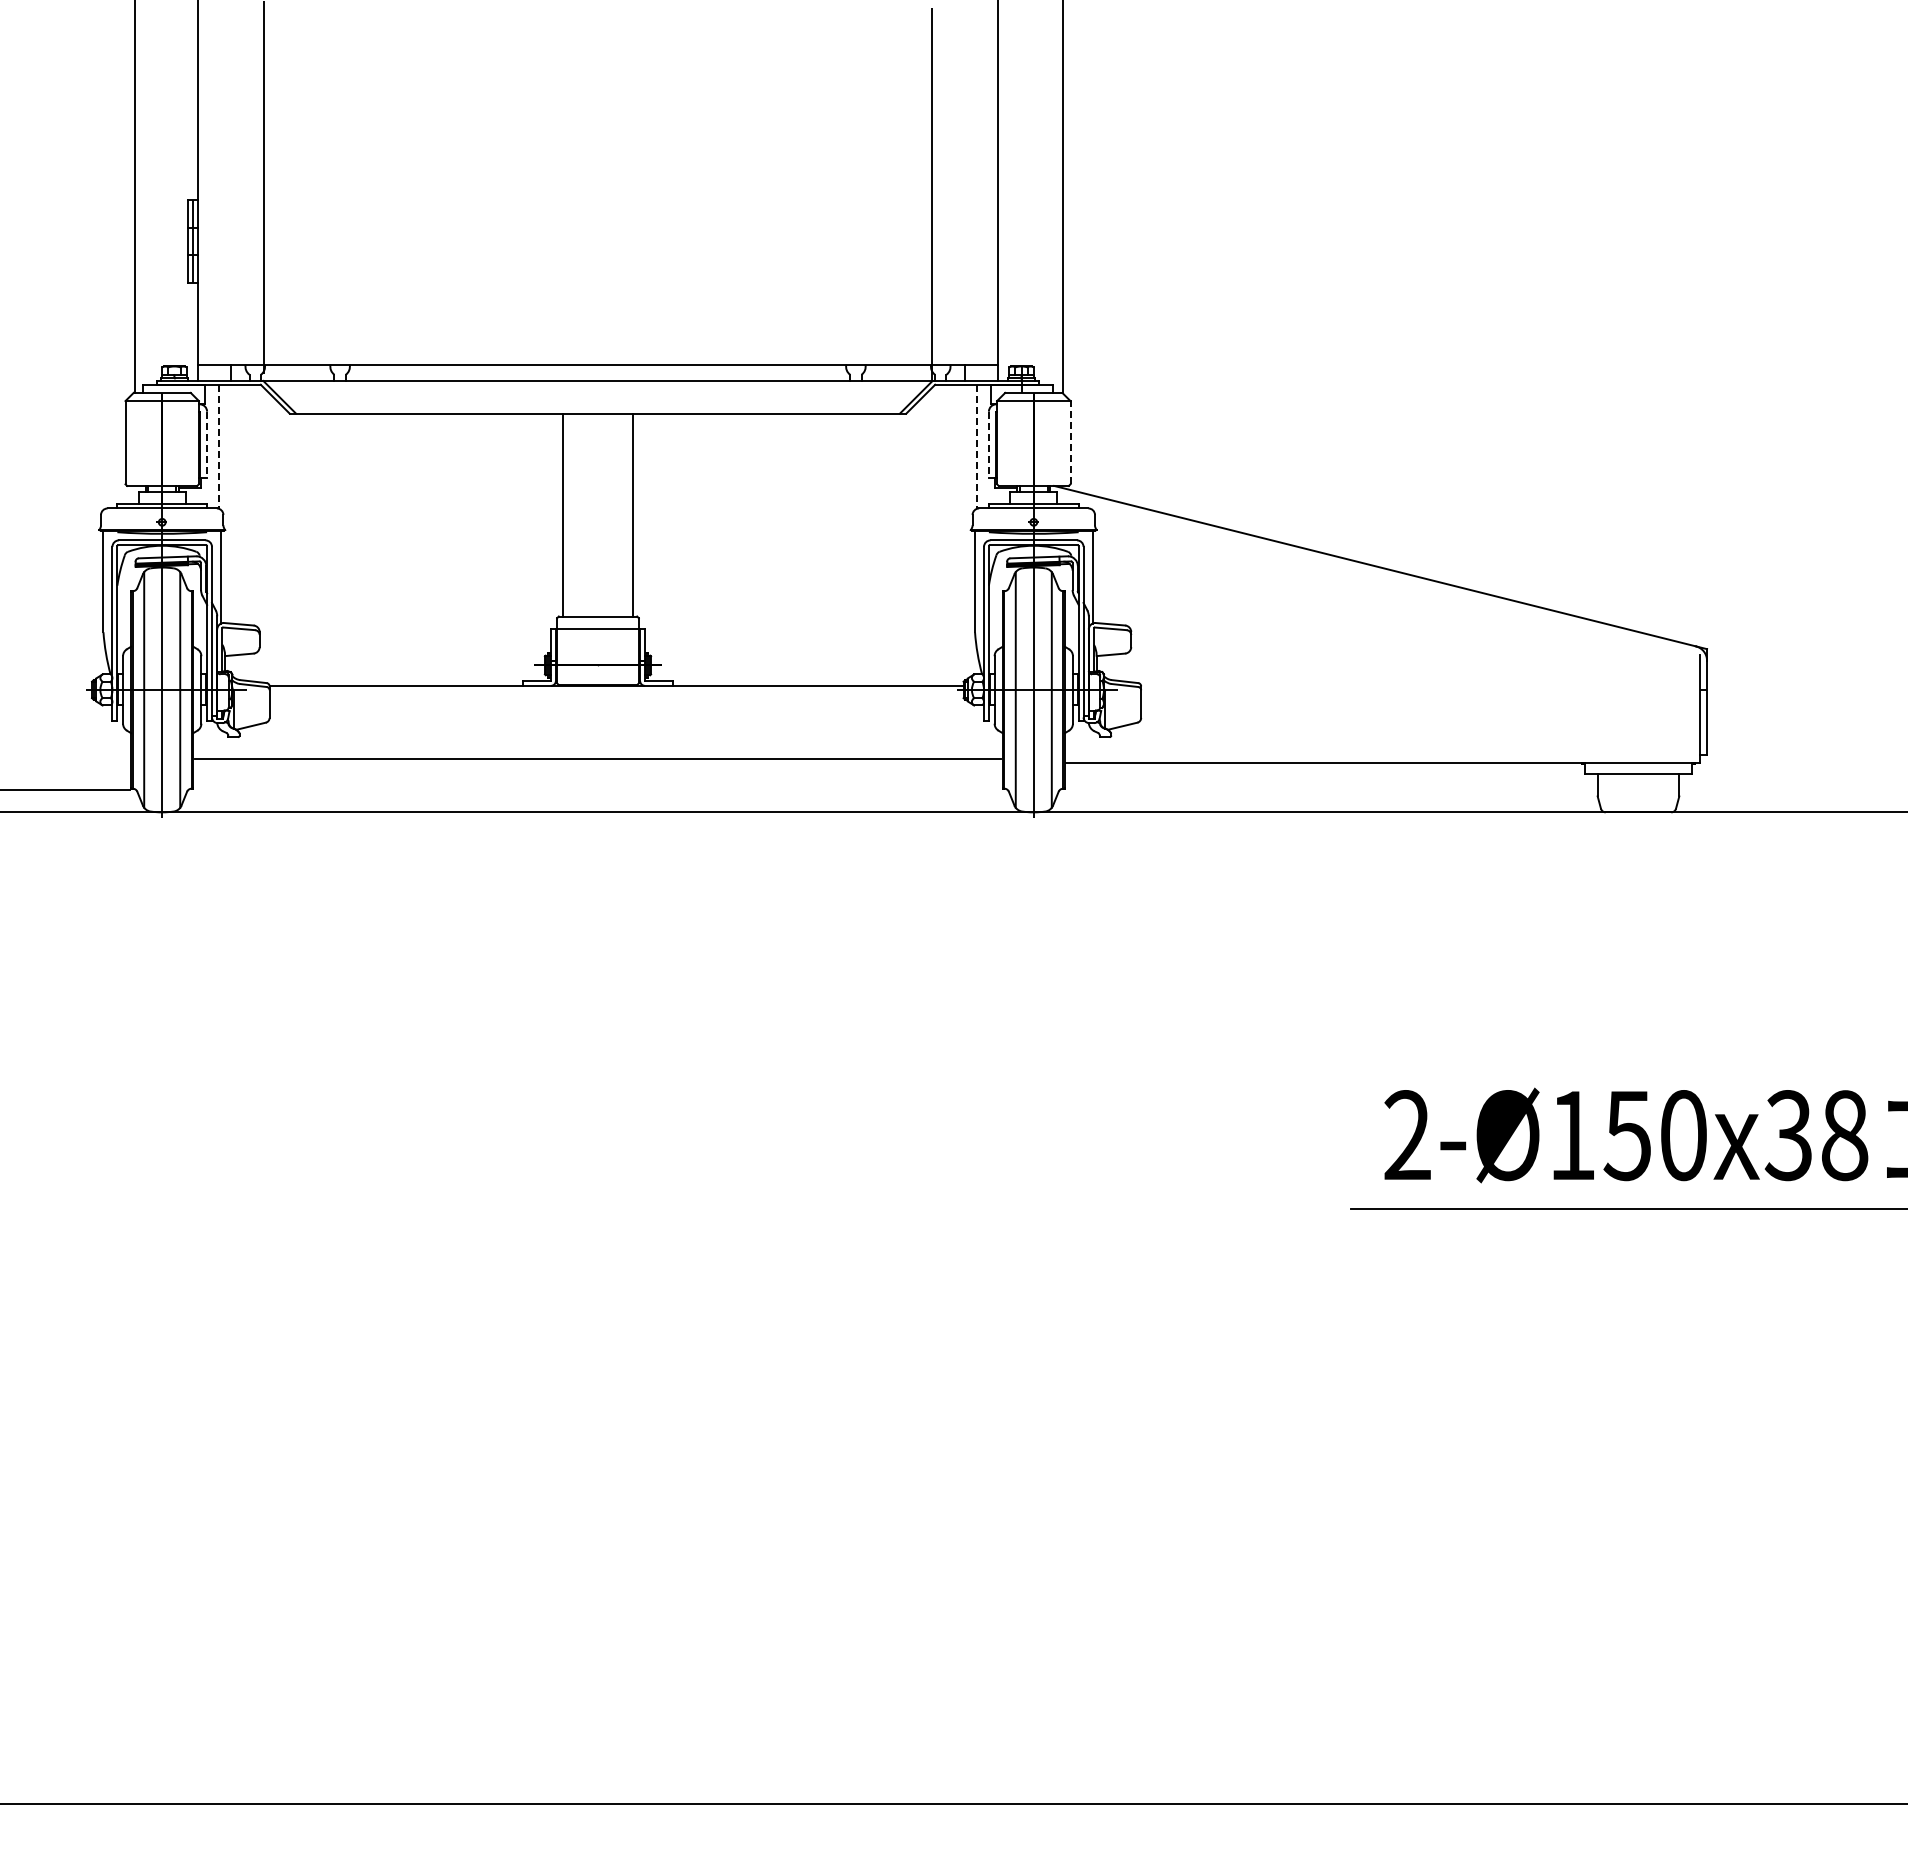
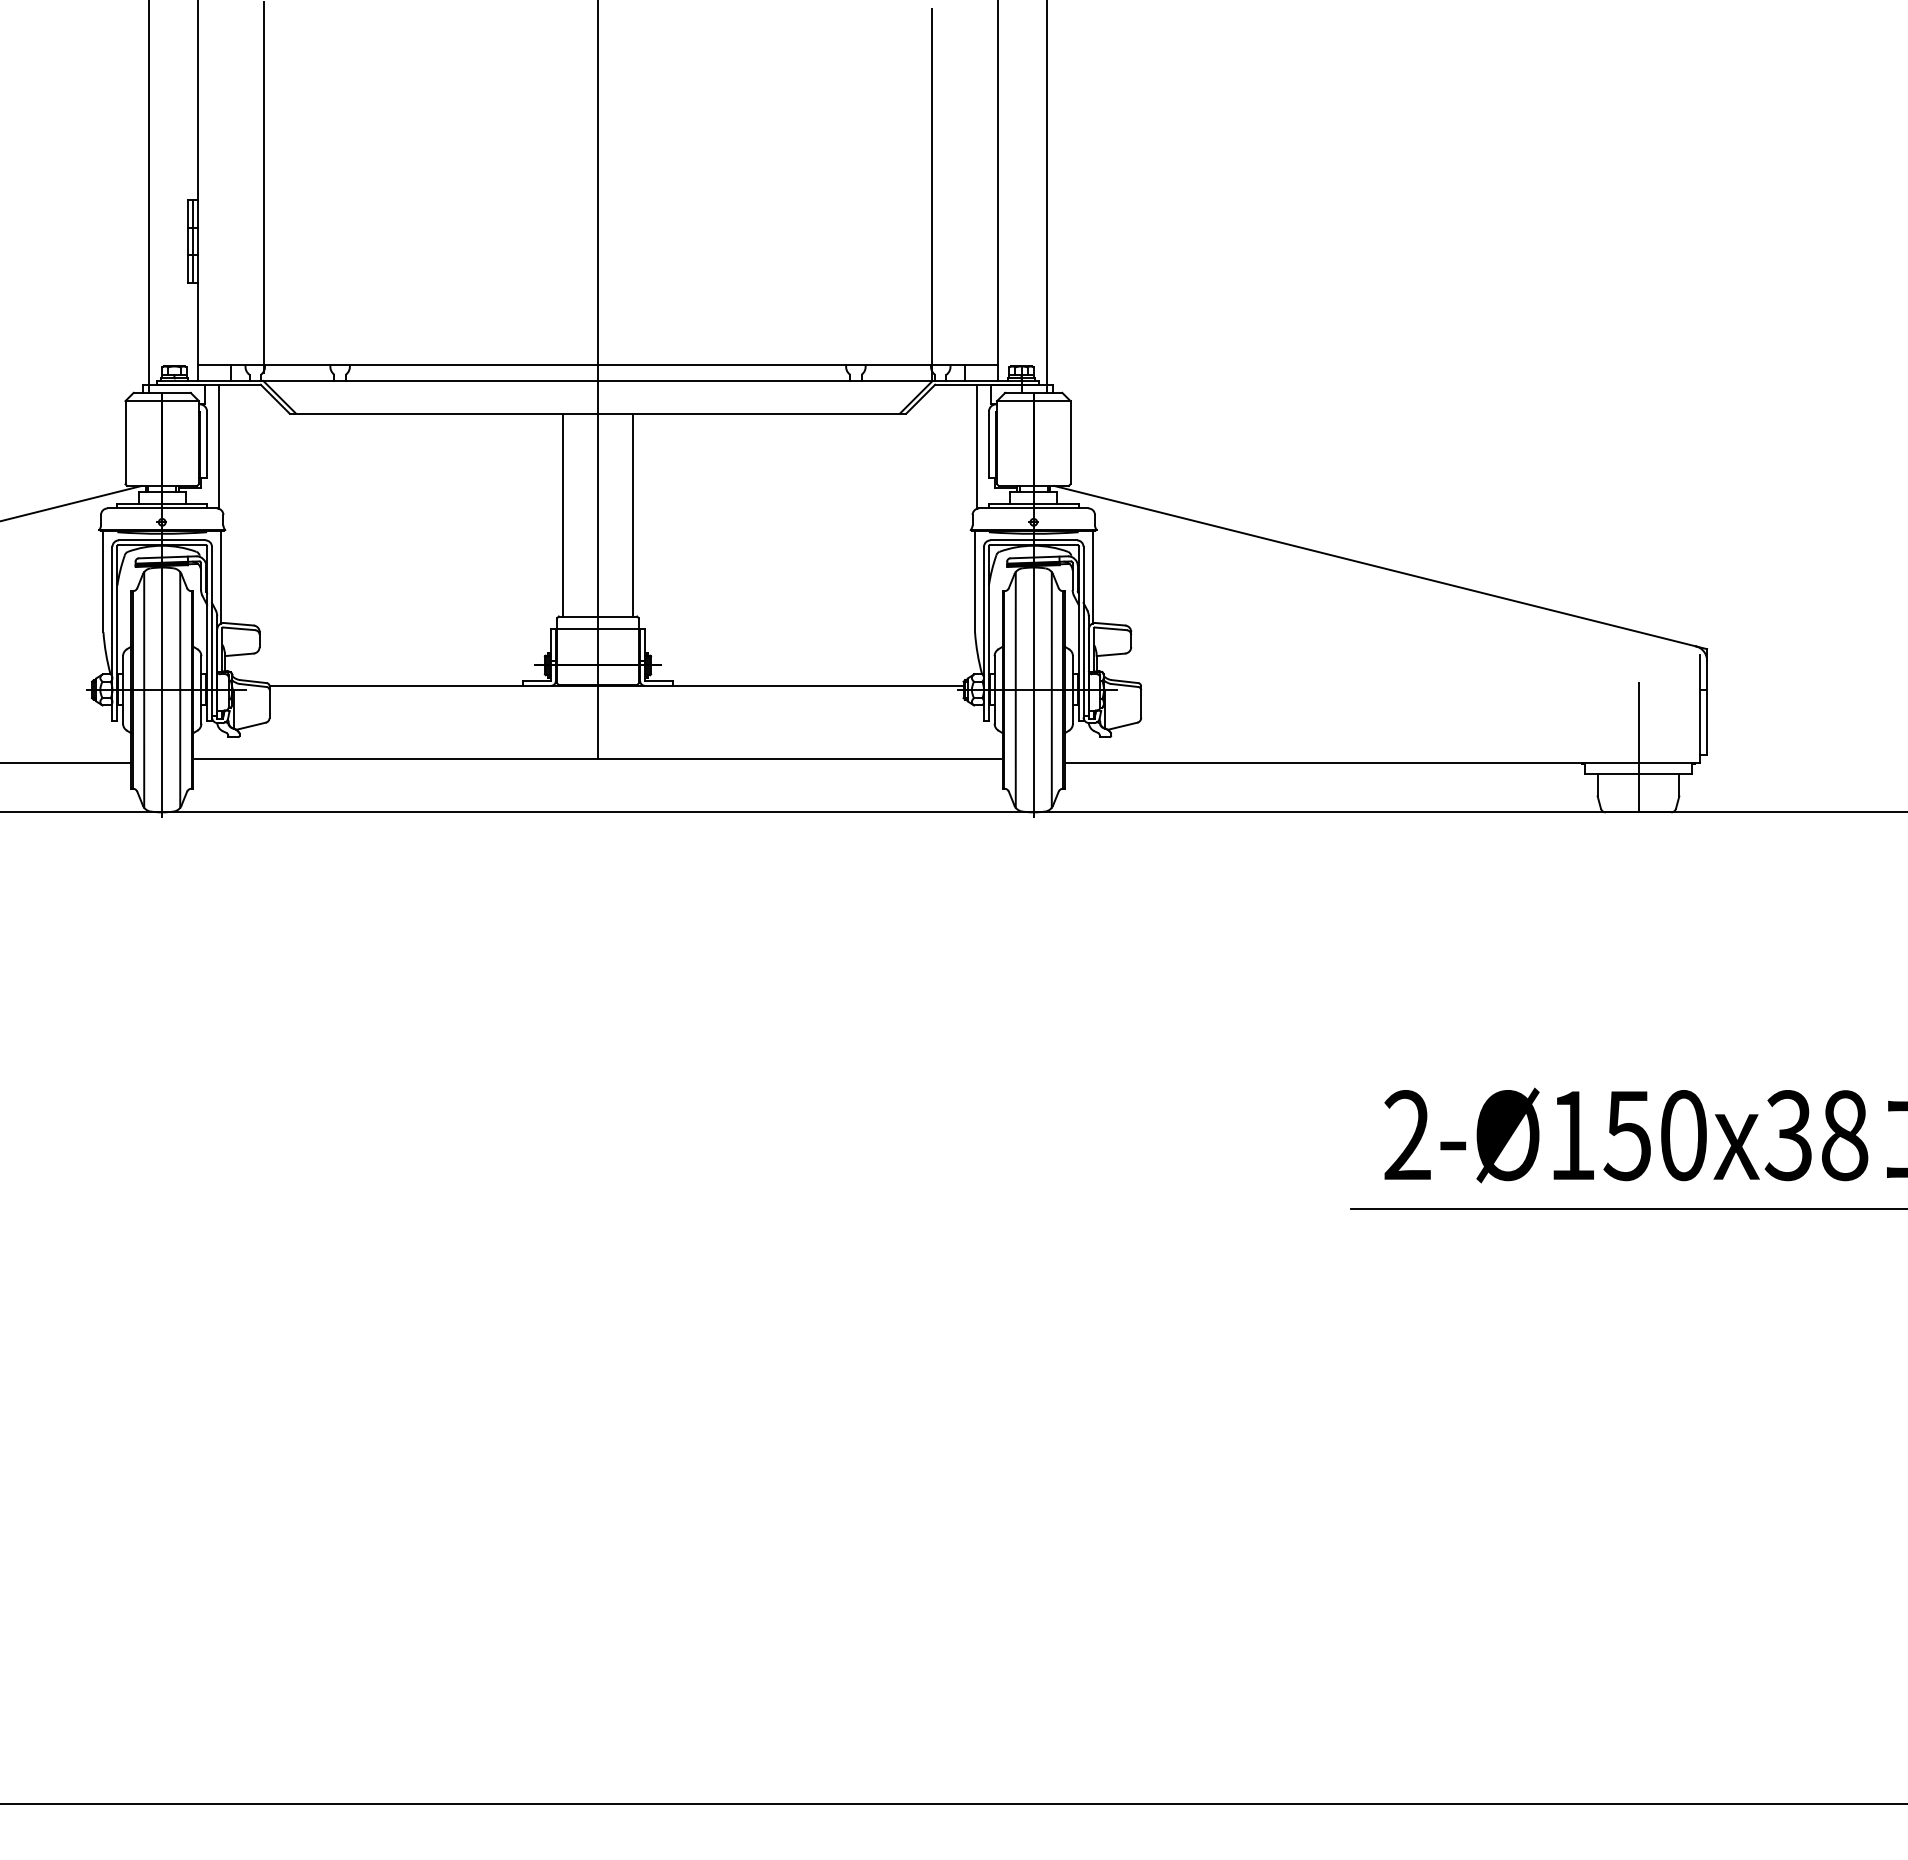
line at (135, 197) position: (135, 197) -> (149, 197)
line at (1062, 197) position: (1062, 197) -> (1046, 197)
line at (598, 380): none -> present
line at (1070, 442): dashed -> solid
line at (207, 445): dashed -> solid
line at (988, 445): dashed -> solid
line at (219, 447): dashed -> solid
line at (976, 447): dashed -> solid
line at (71, 502): none -> present
line at (1638, 746): none -> present
line at (65, 790) position: (65, 790) -> (65, 763)
